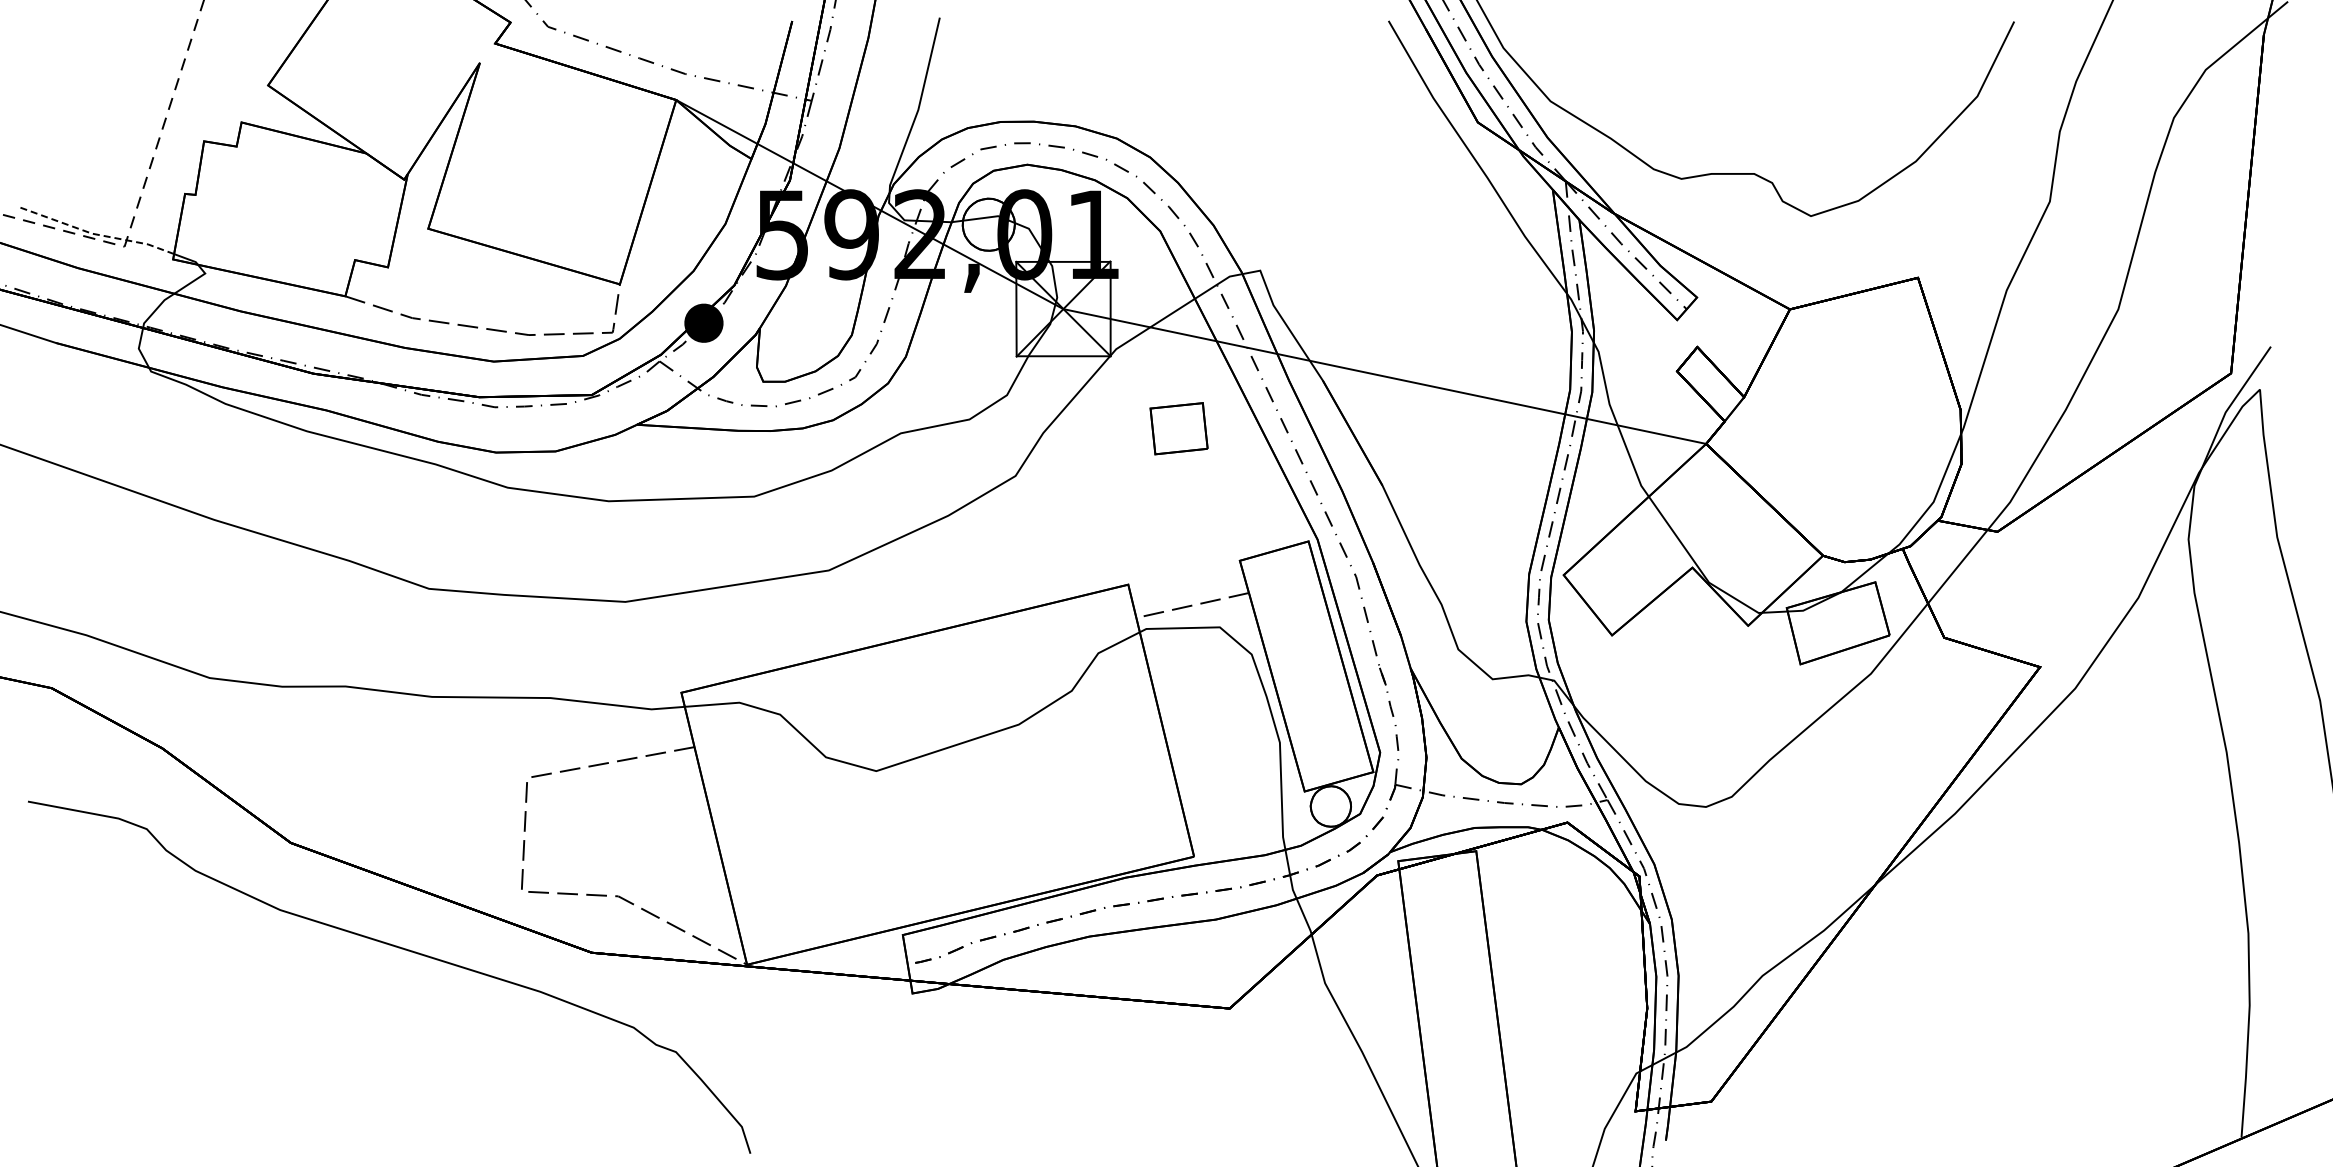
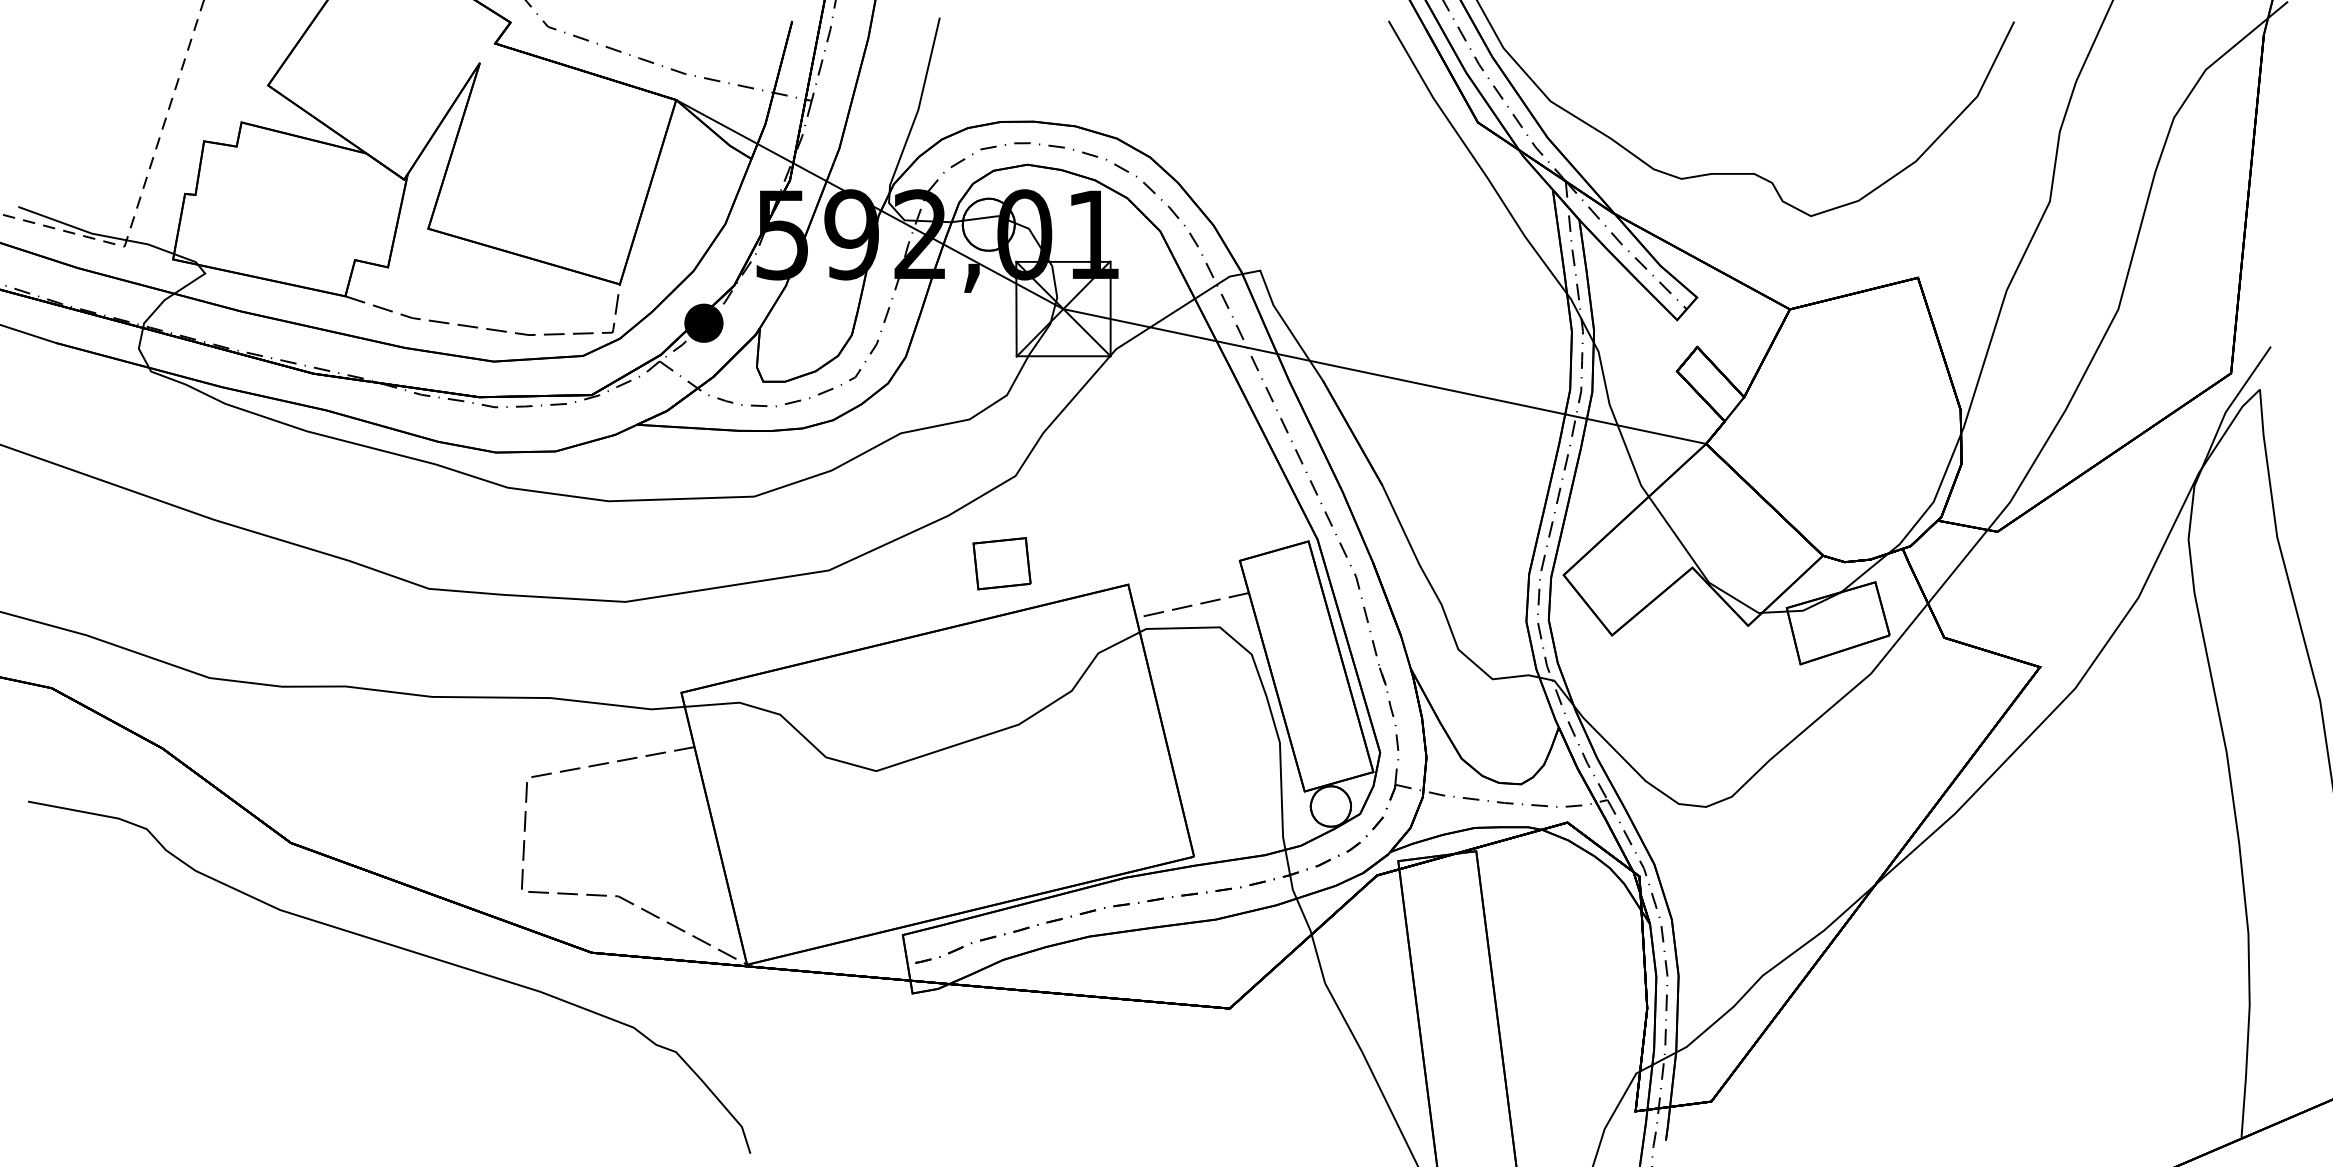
line at (95, 234): dashed -> solid
part at (1178, 428) position: (1178, 428) -> (1001, 563)
